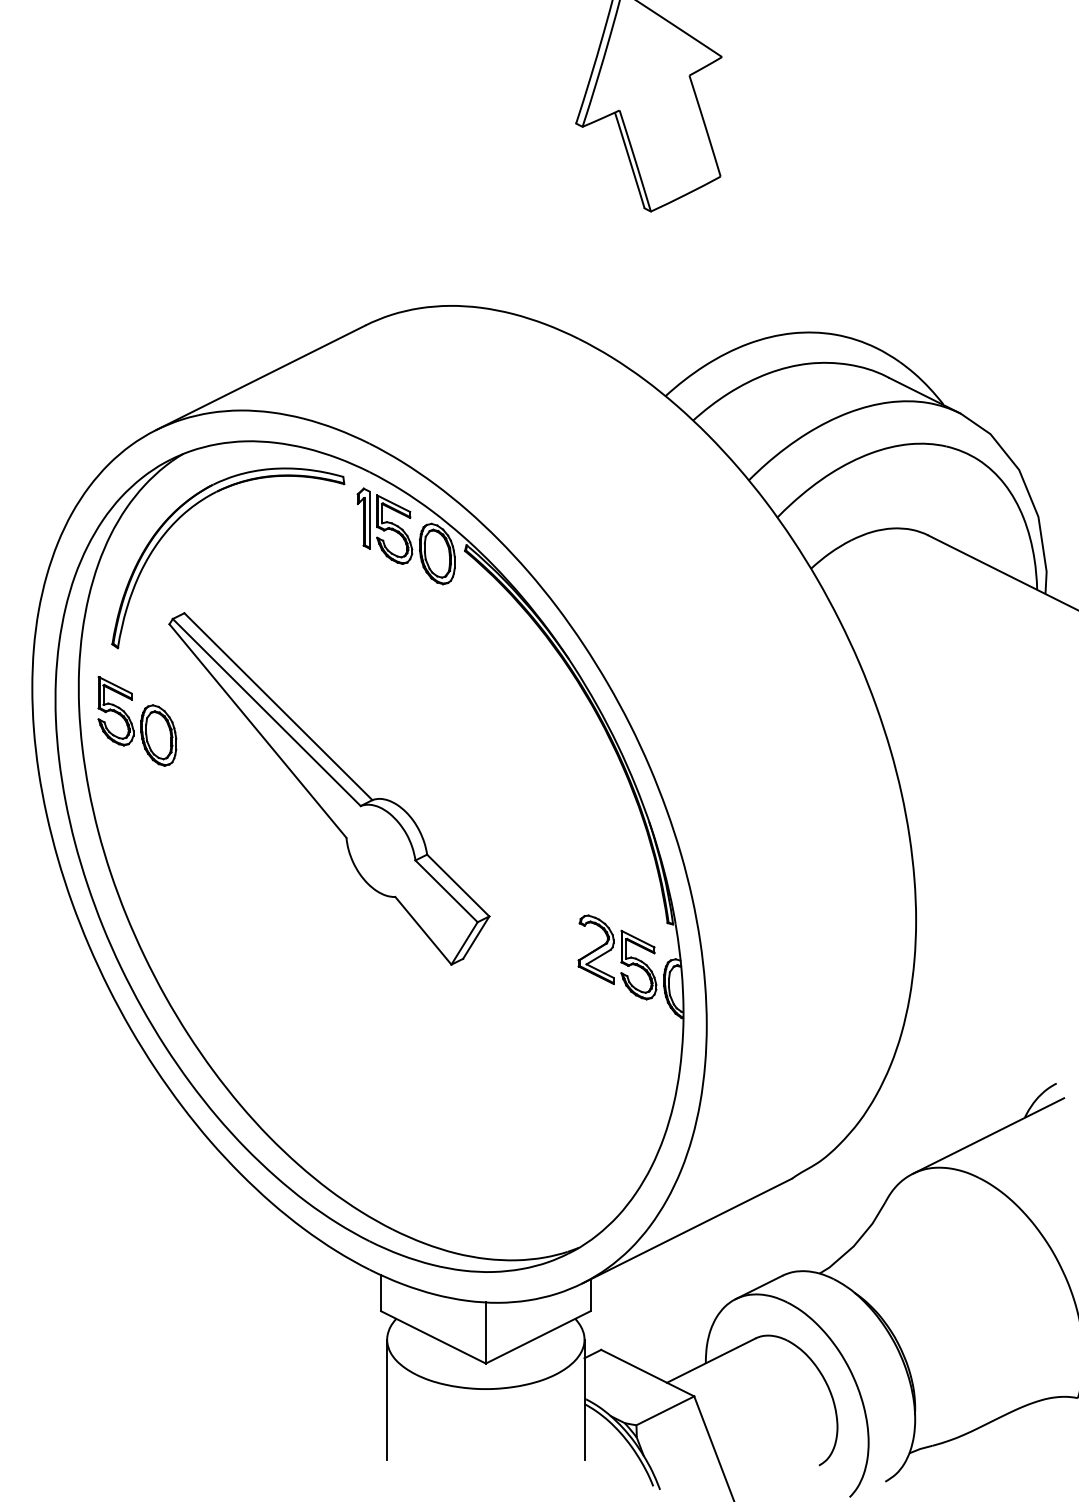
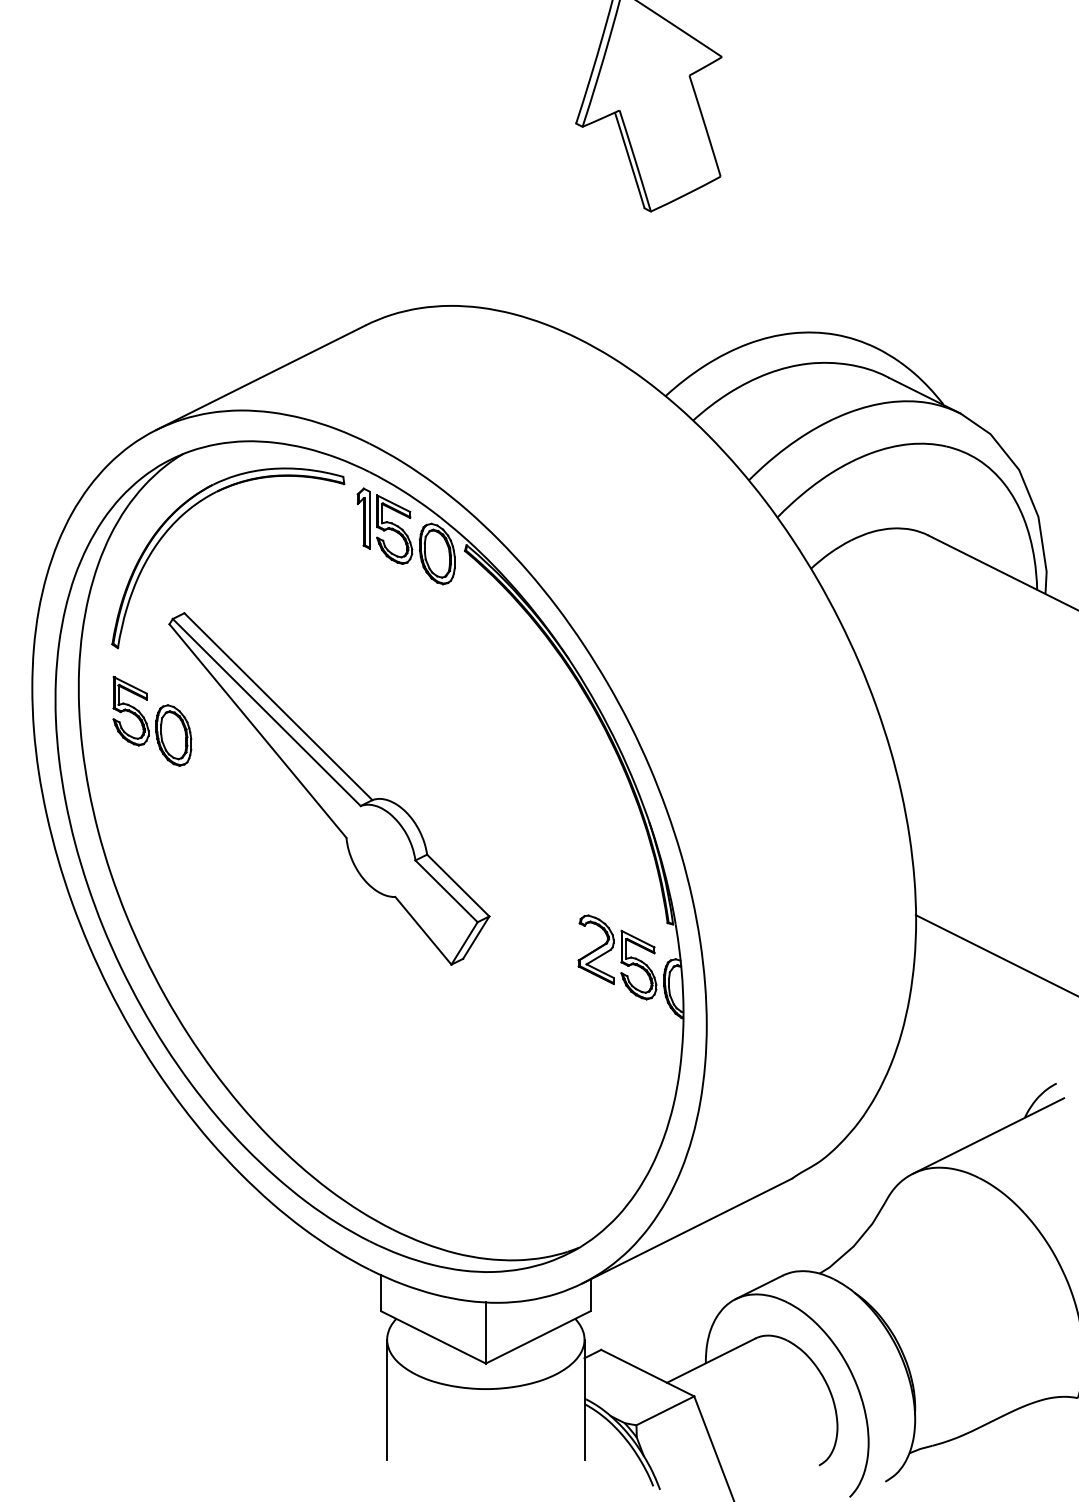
part at (137, 721) position: (137, 721) -> (152, 721)
line at (995, 954): none -> present
